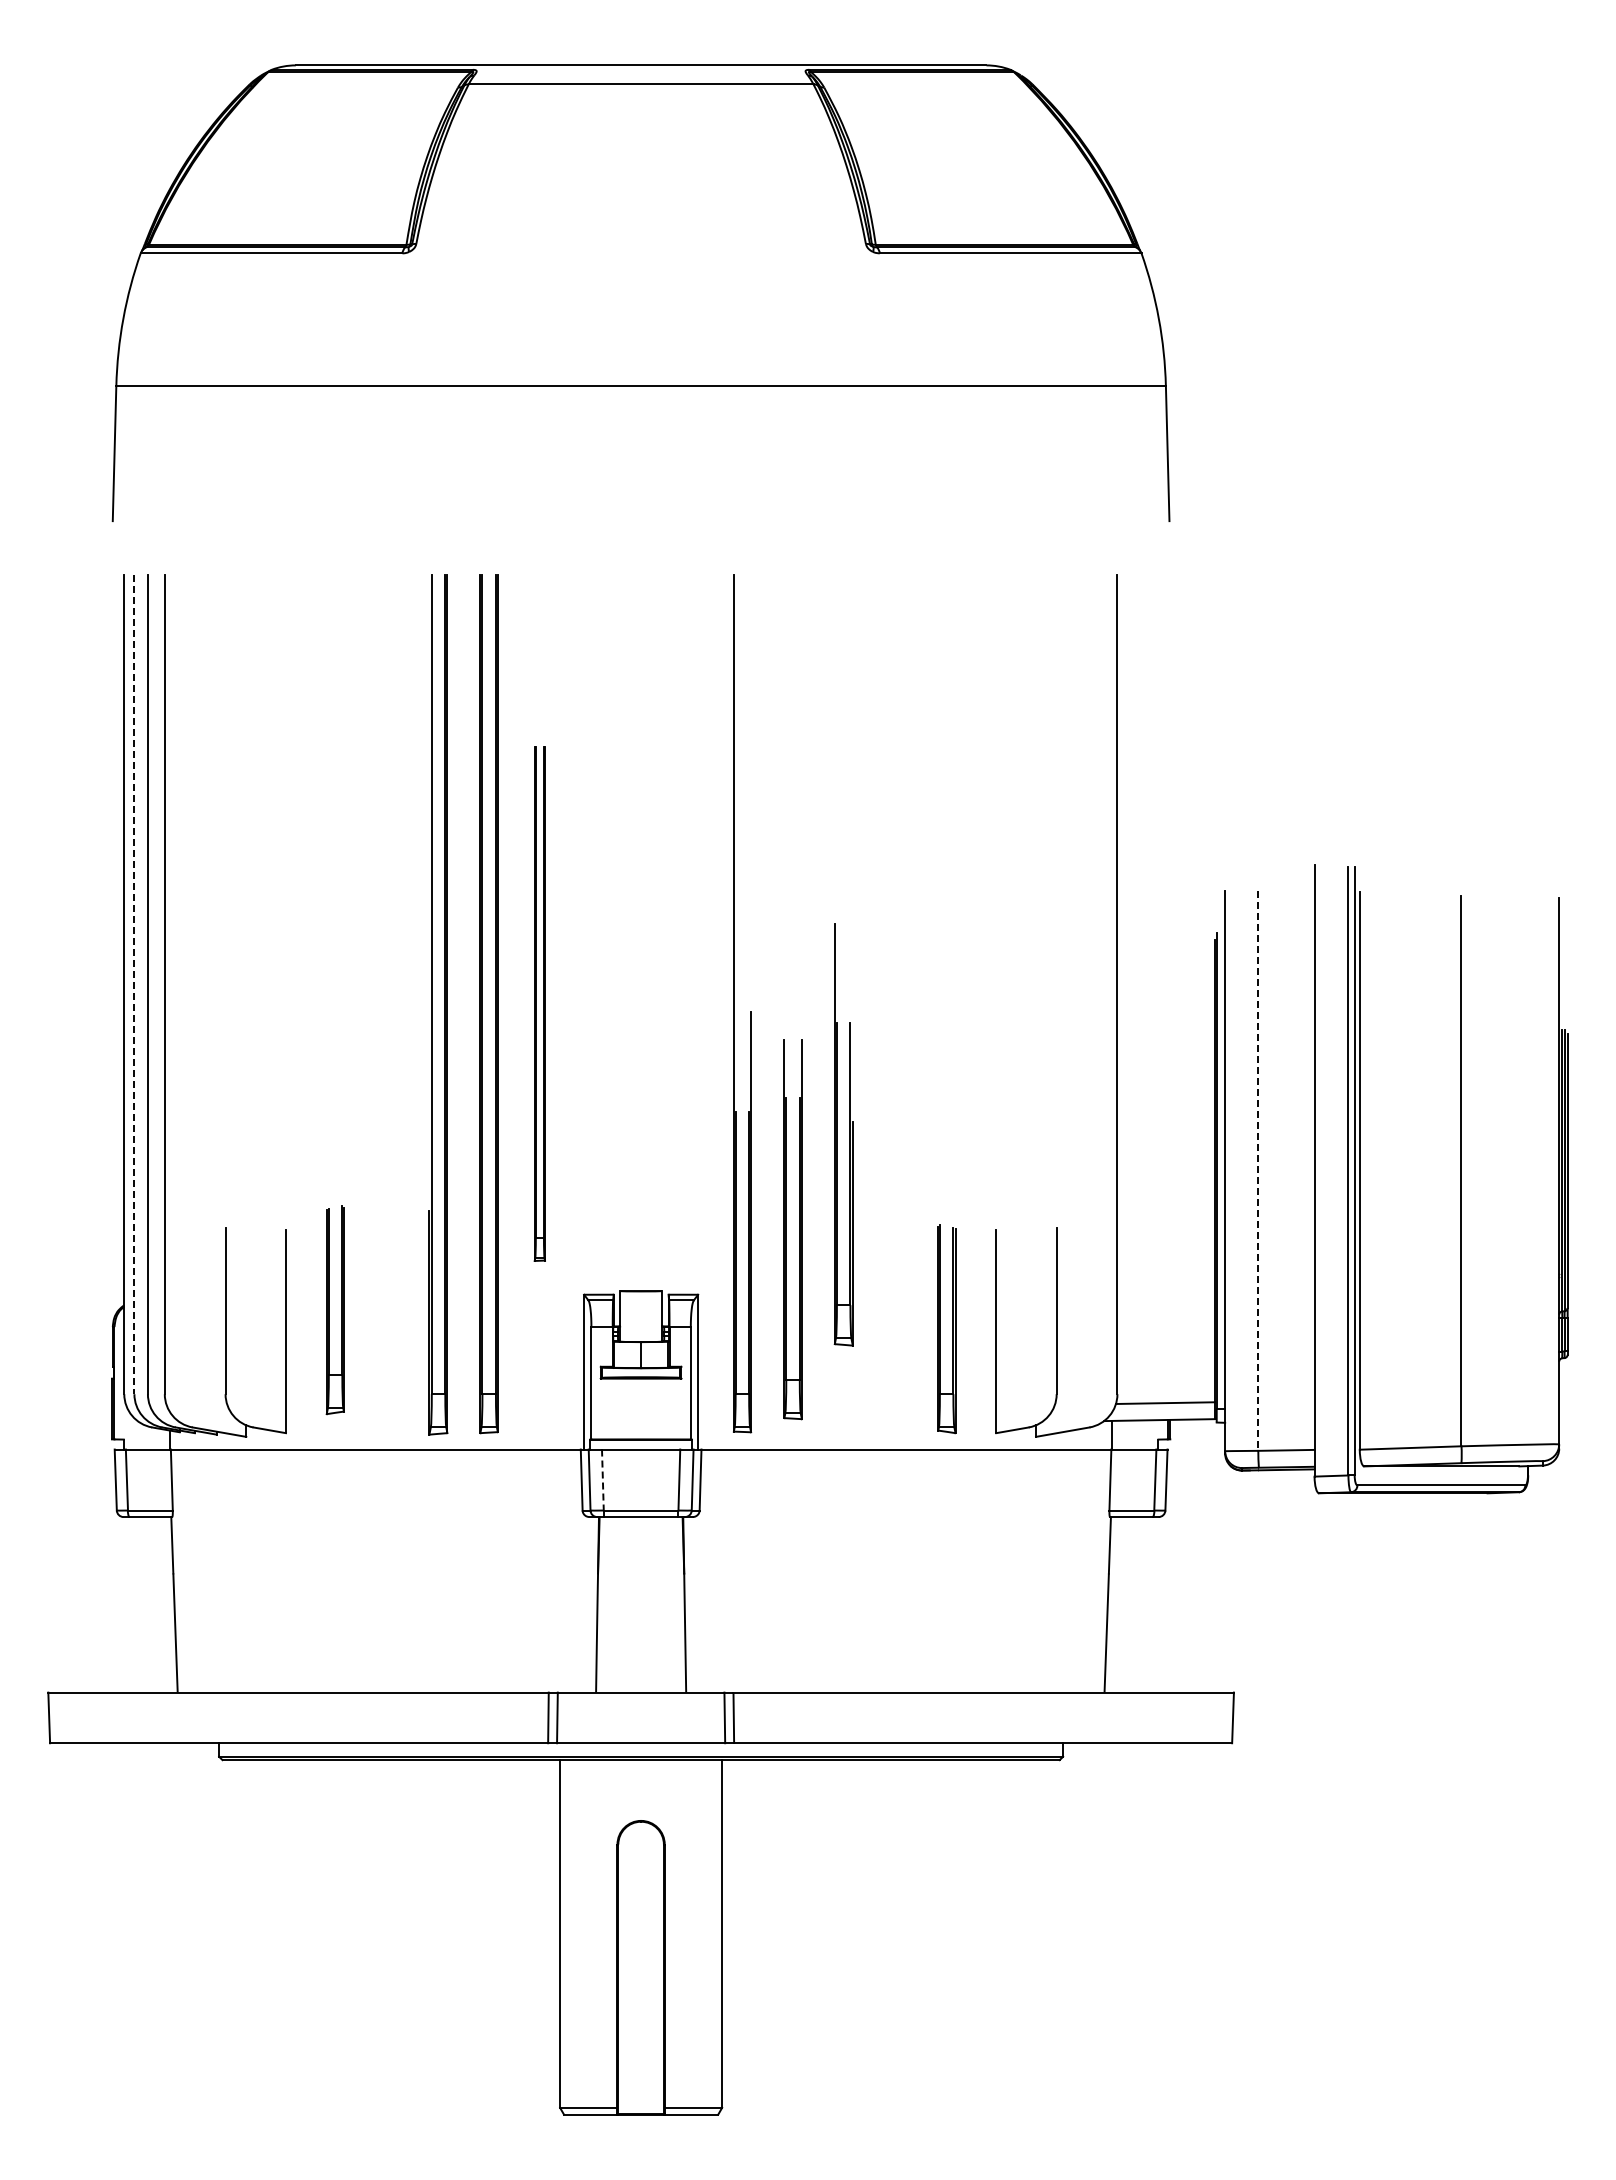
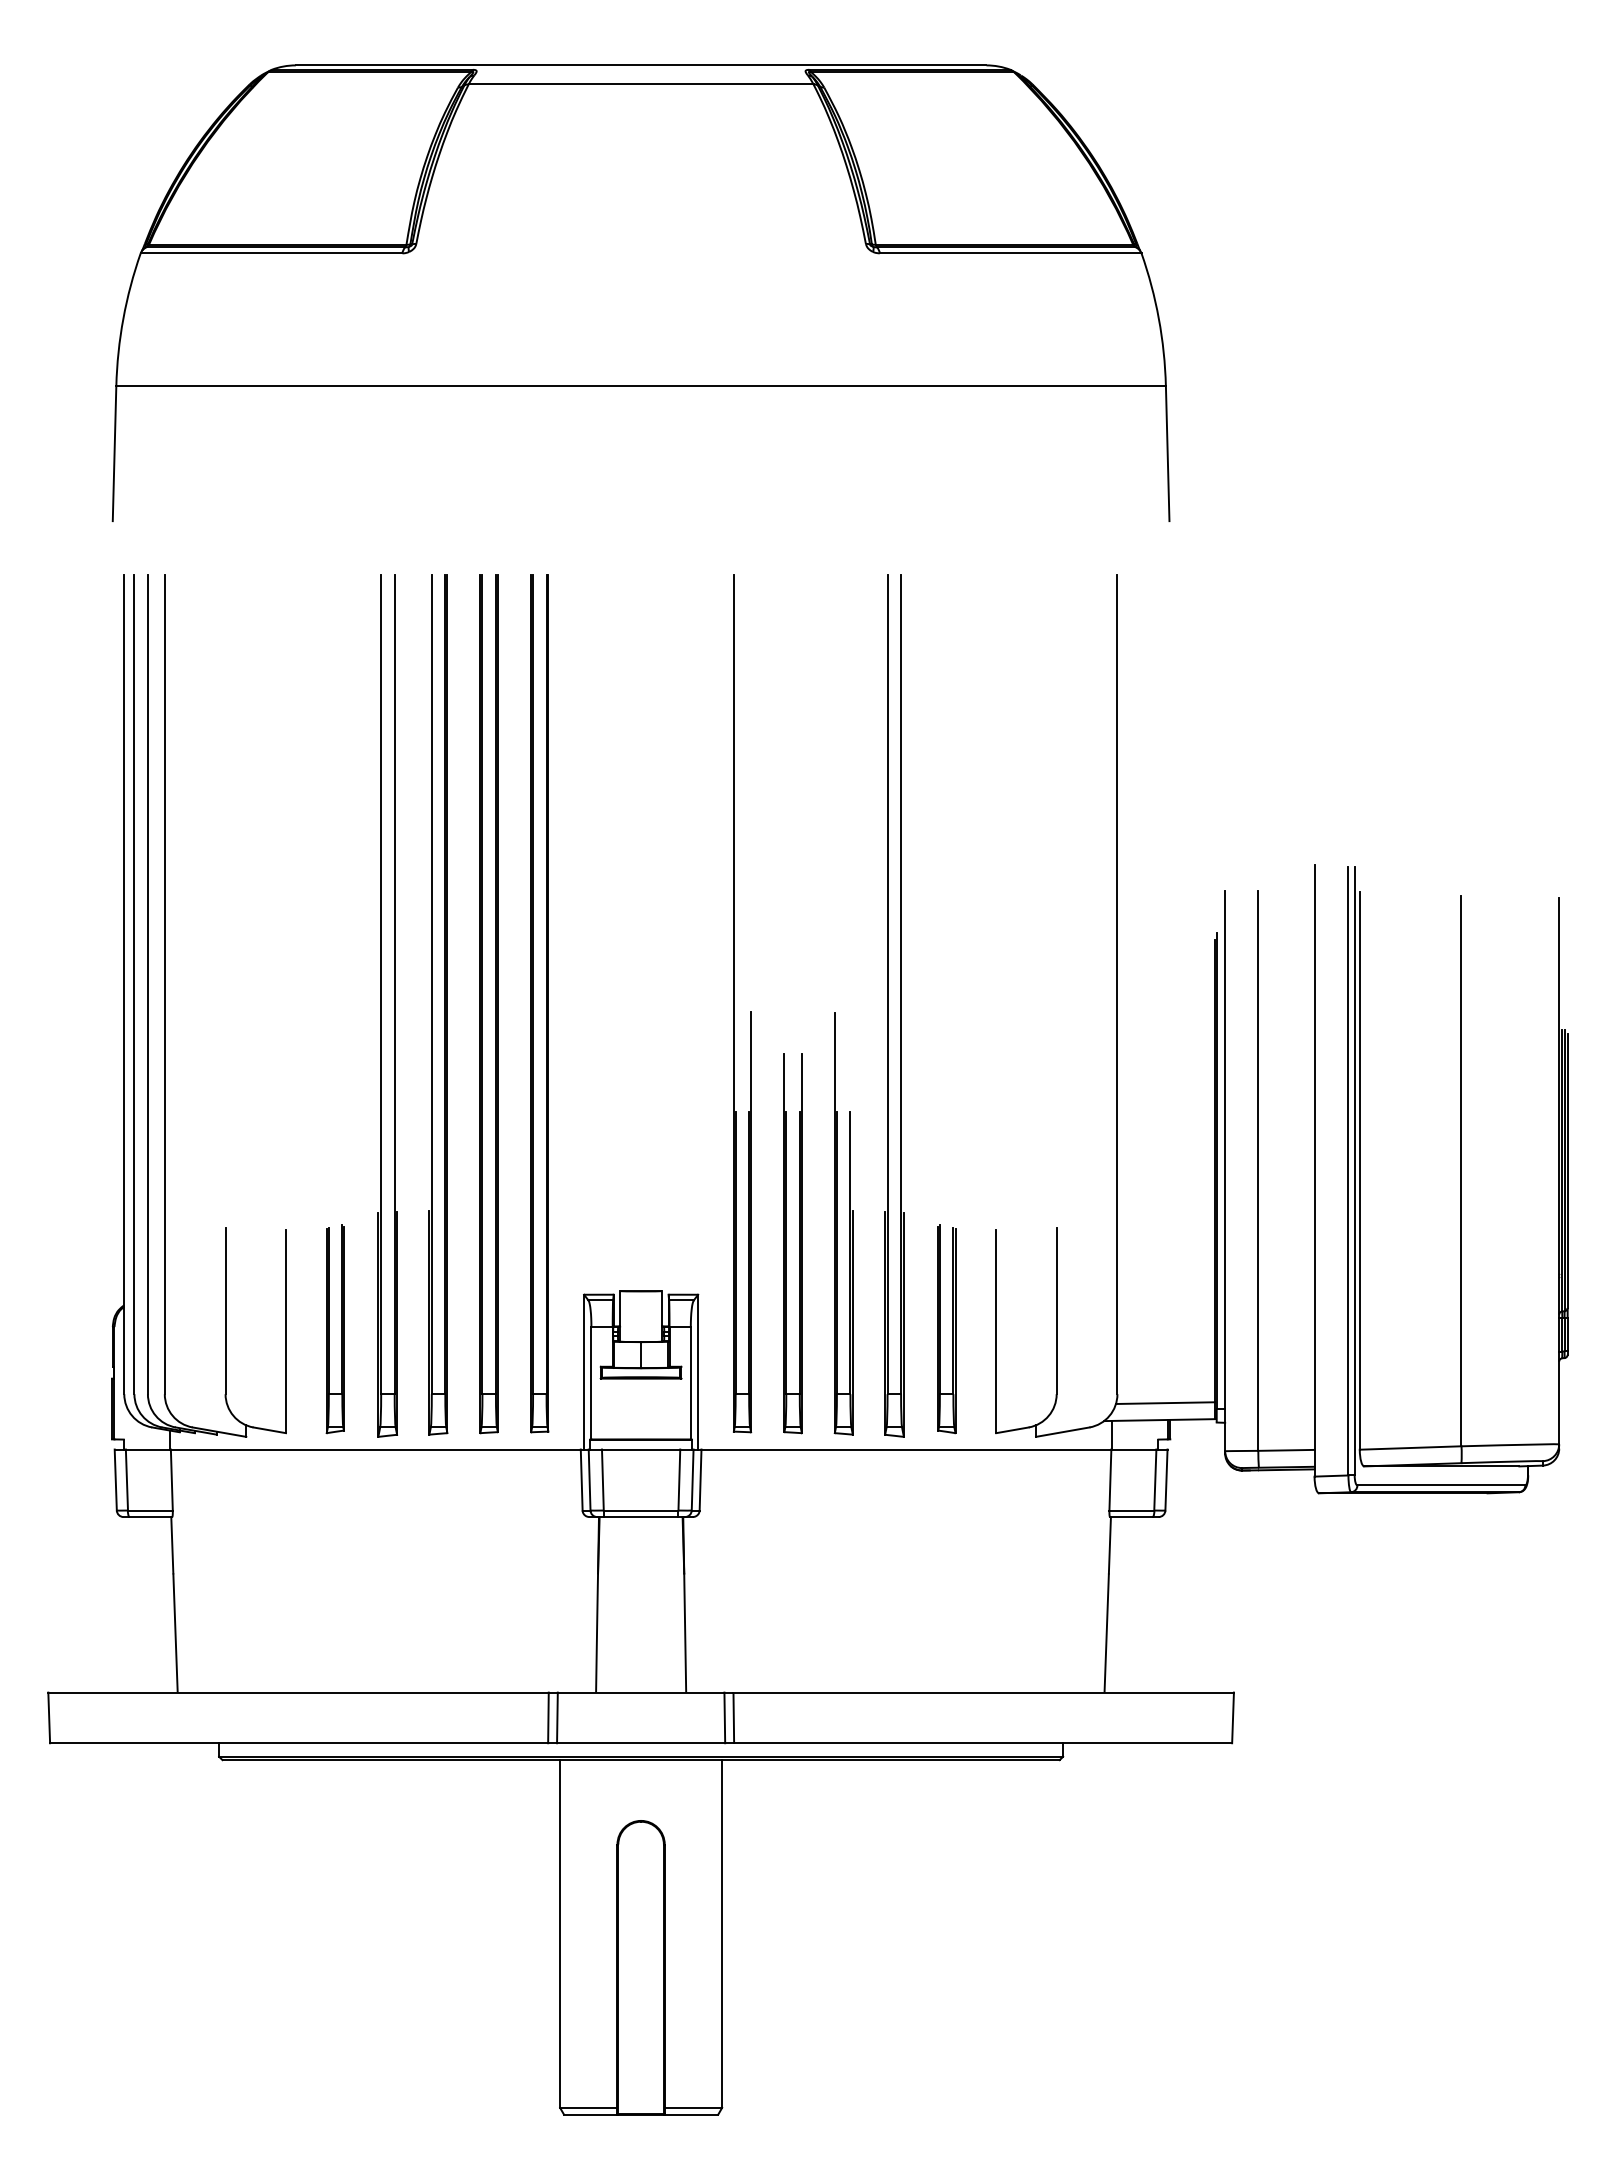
line at (134, 984): dashed -> solid
part at (539, 1003) size: 13x516 px -> 20x860 px
part at (387, 1005): none -> present
part at (894, 1005): none -> present
part at (843, 1134) position: (843, 1134) -> (843, 1223)
line at (1258, 1171): dashed -> solid
part at (792, 1229) position: (792, 1229) -> (792, 1243)
part at (334, 1310) position: (334, 1310) -> (334, 1329)
line at (602, 1480): dashed -> solid
